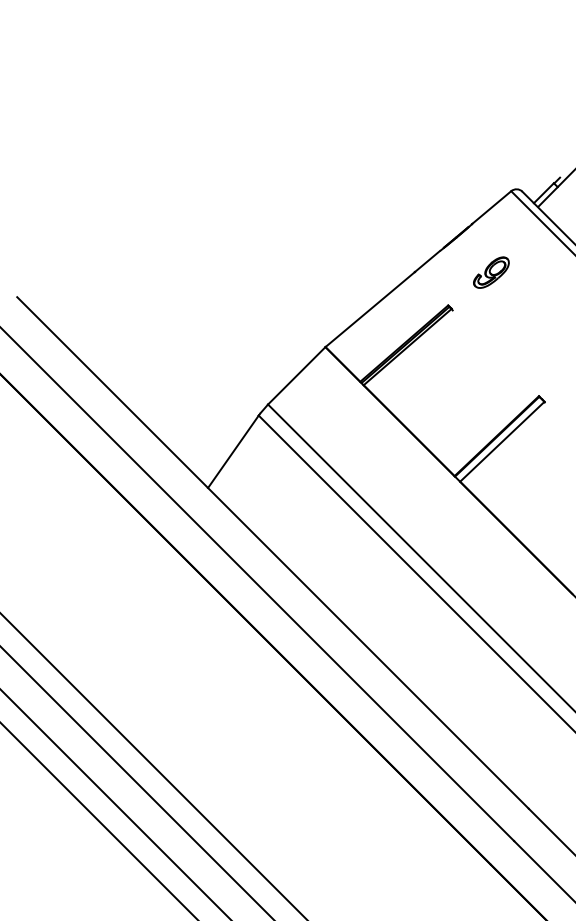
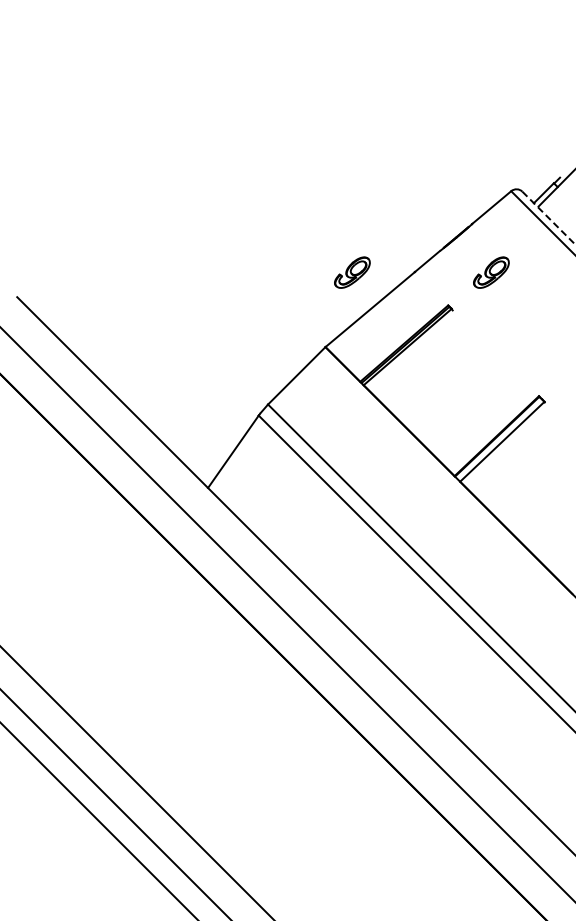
line at (549, 218): solid -> dashed
part at (352, 272): none -> present
line at (153, 765): present -> none
